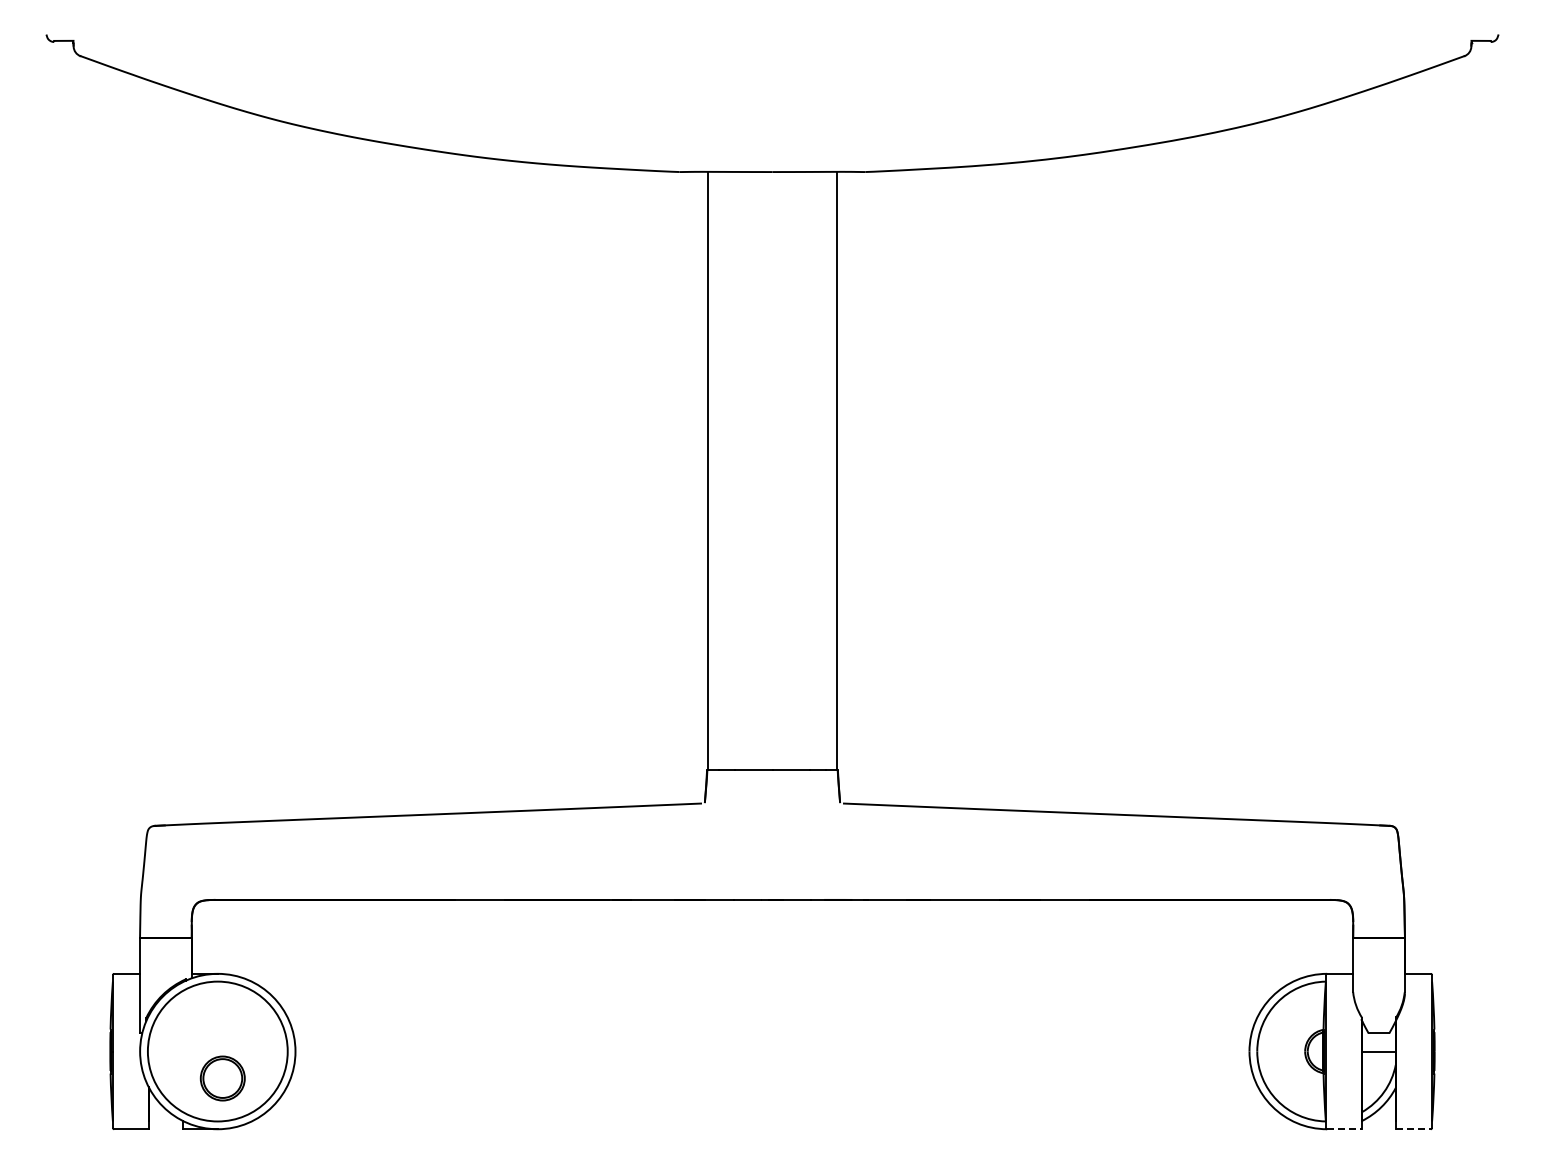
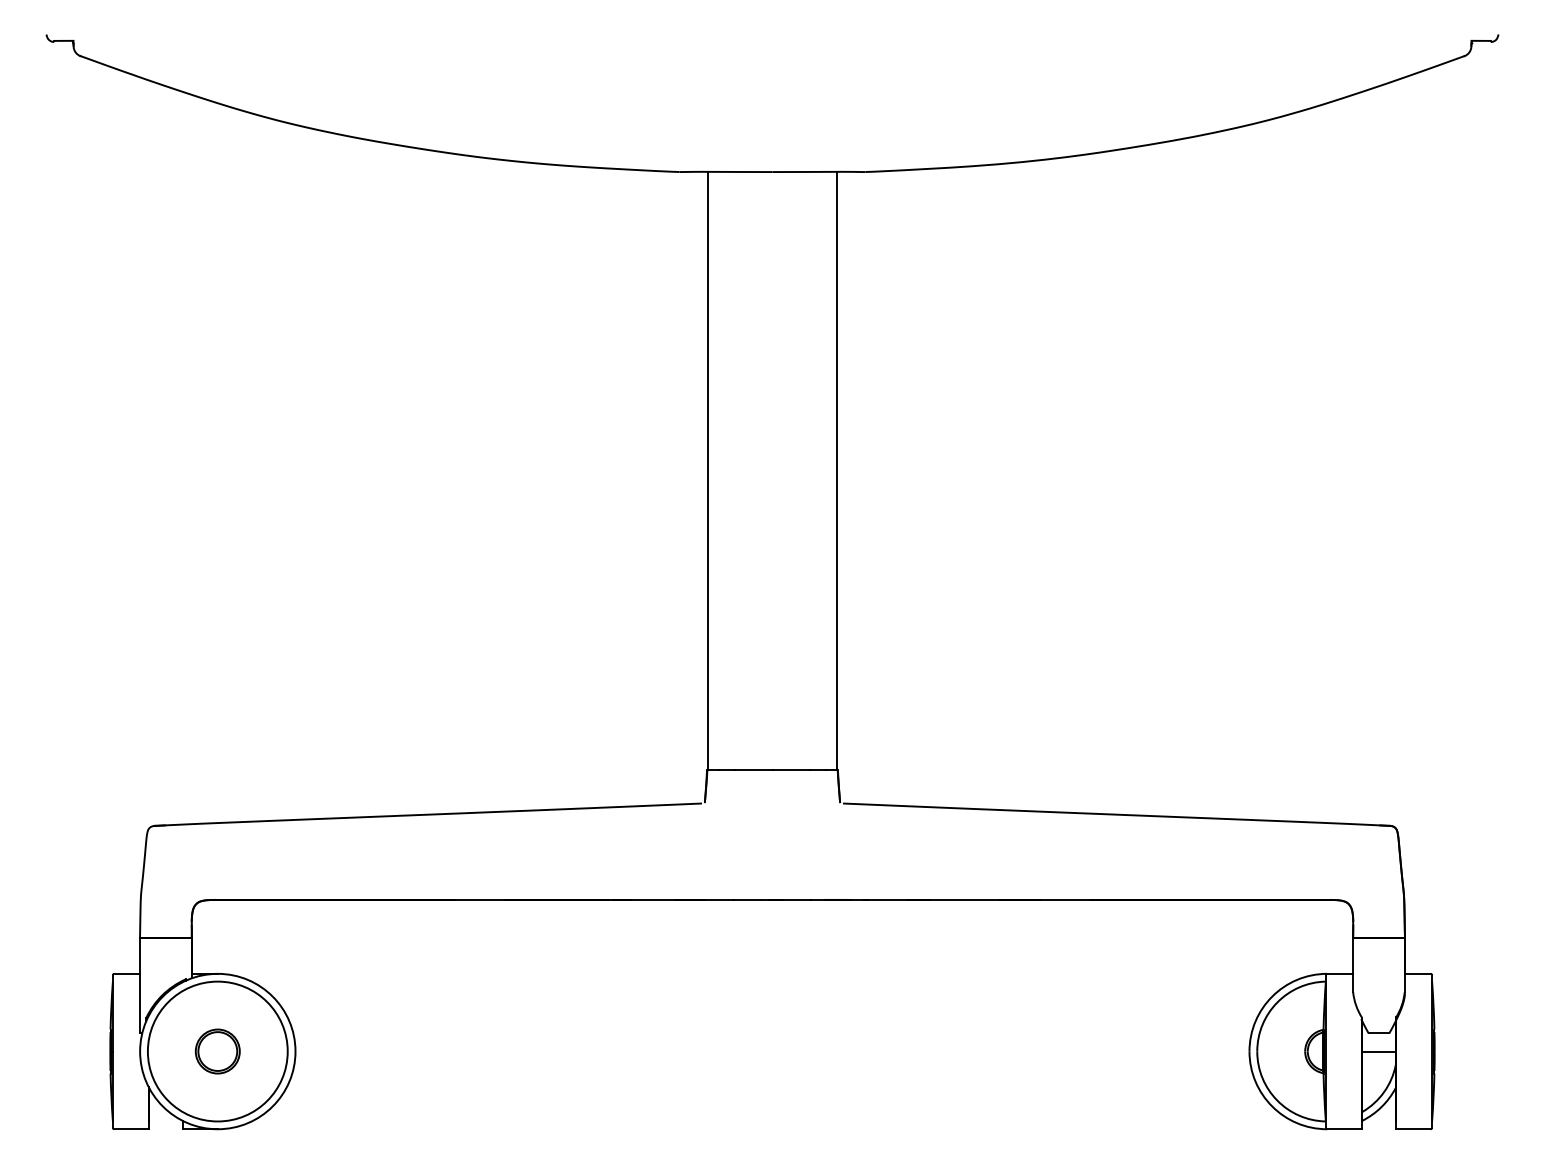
part at (222, 1078) position: (222, 1078) -> (217, 1051)
line at (1344, 1129): dashed -> solid
line at (1414, 1129): dashed -> solid
